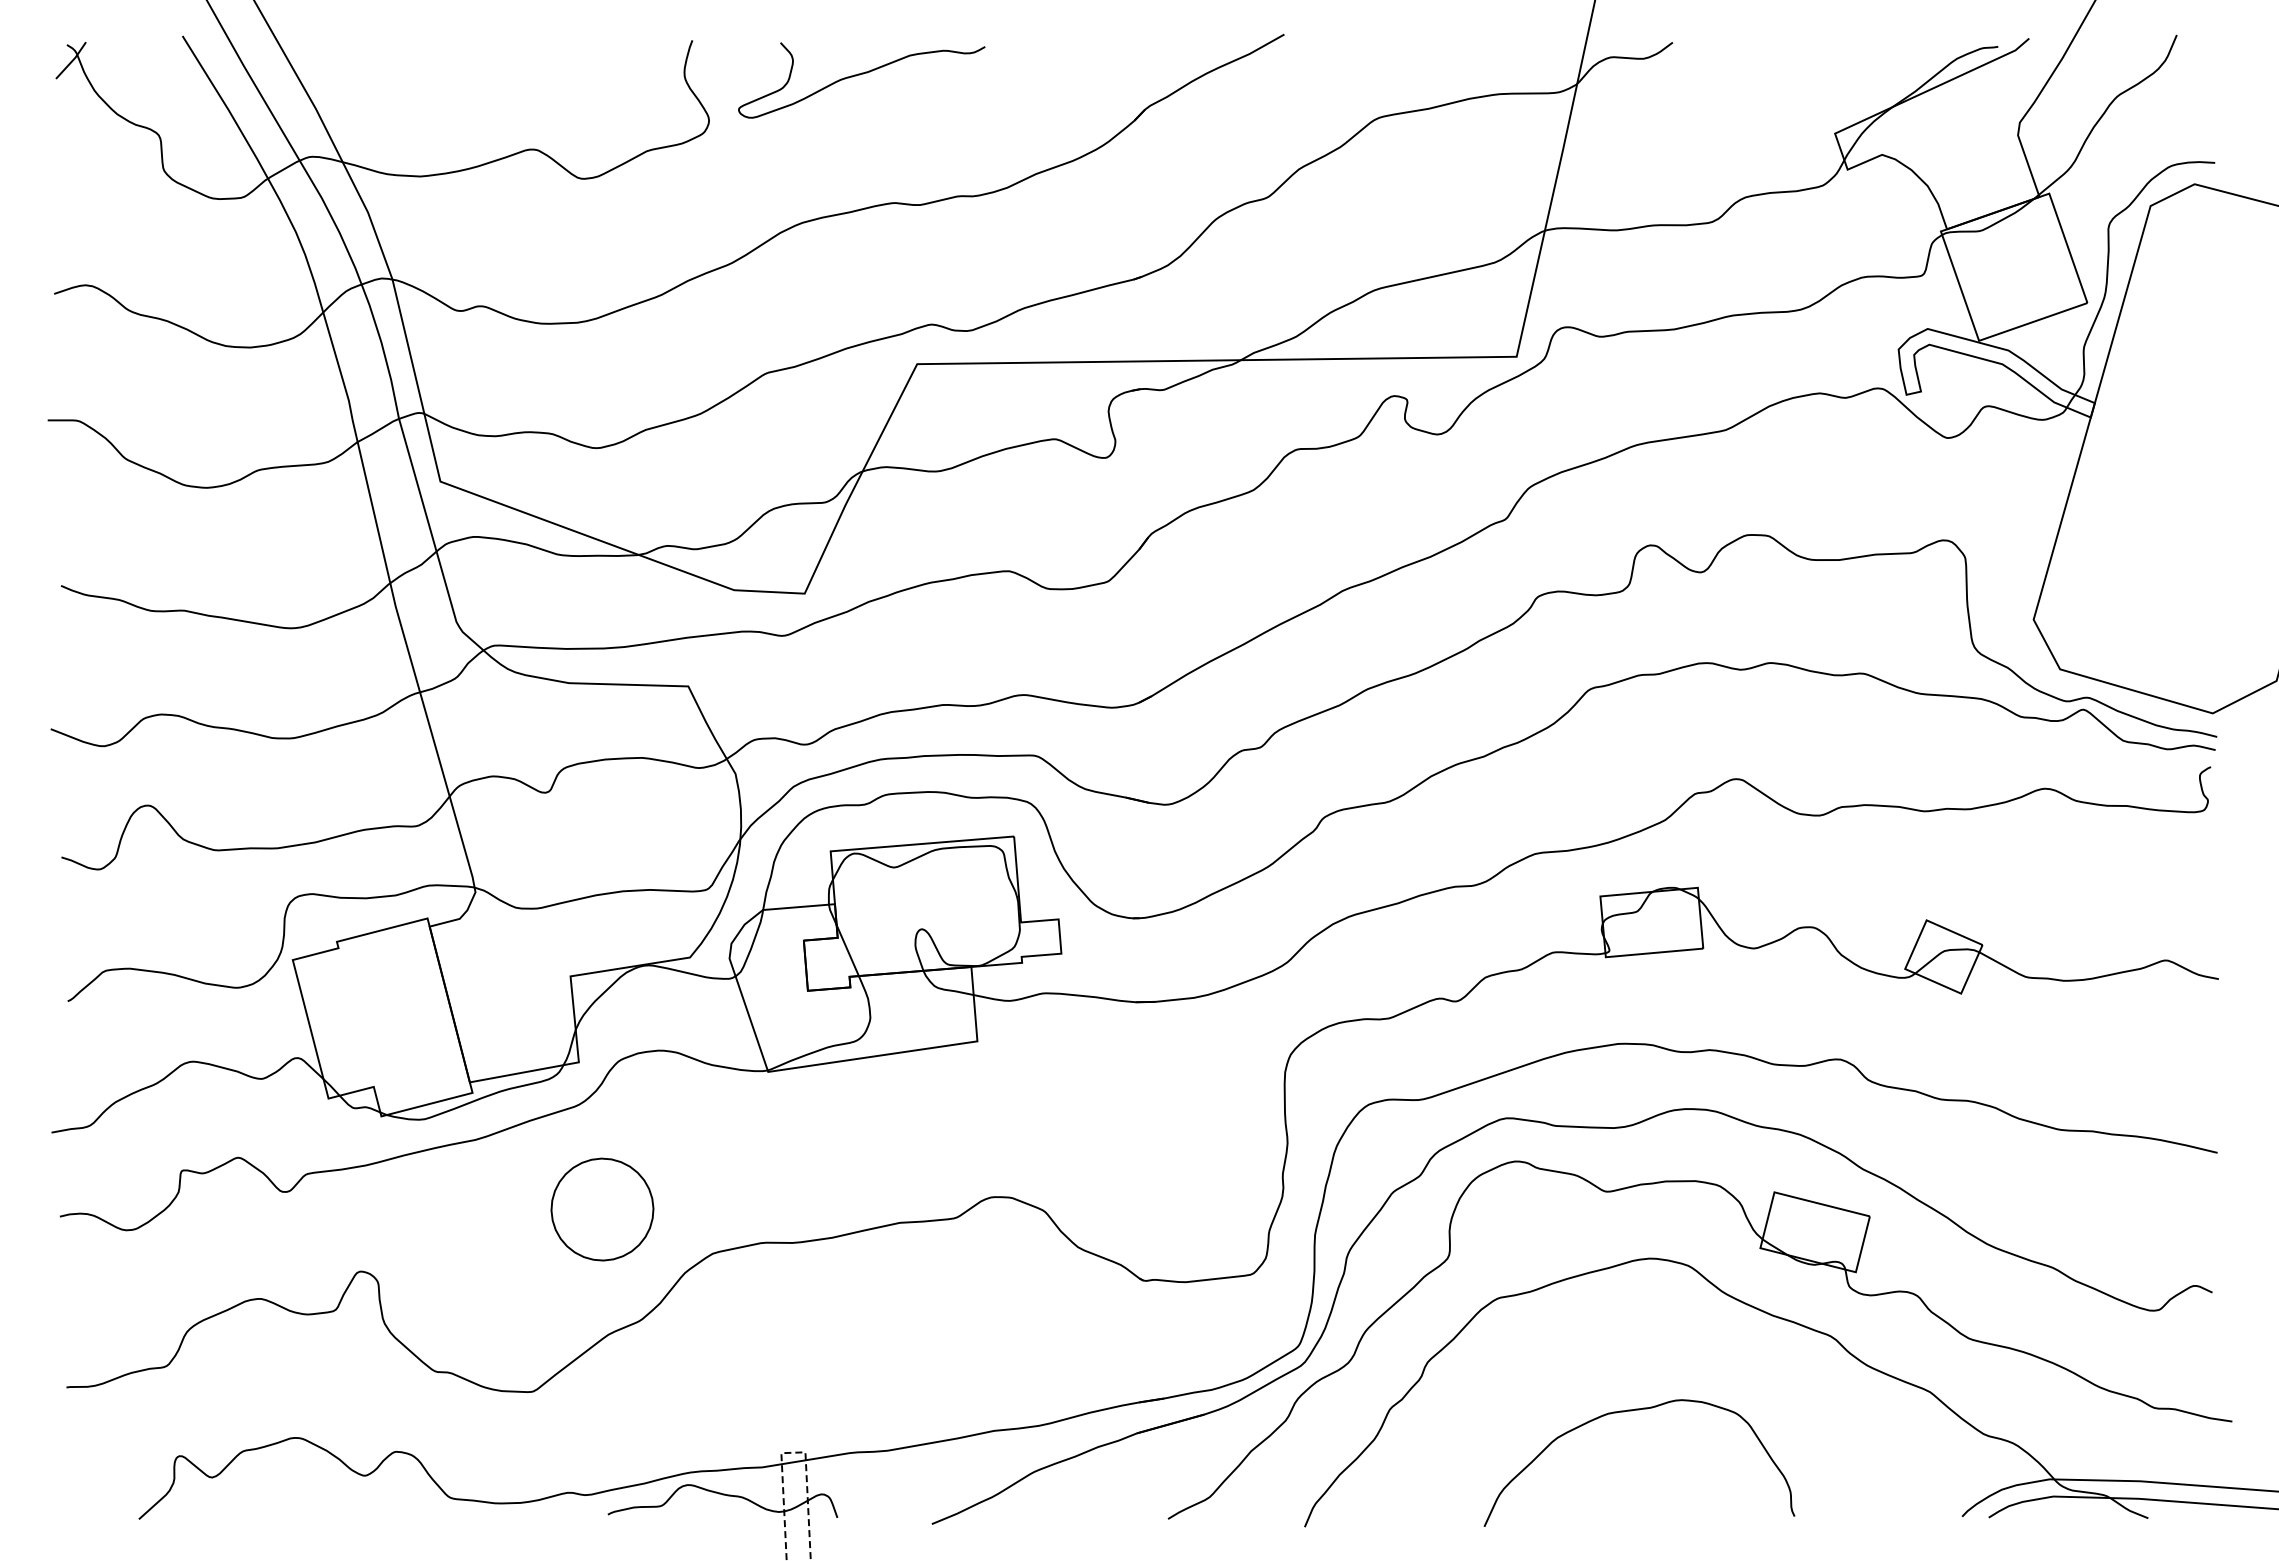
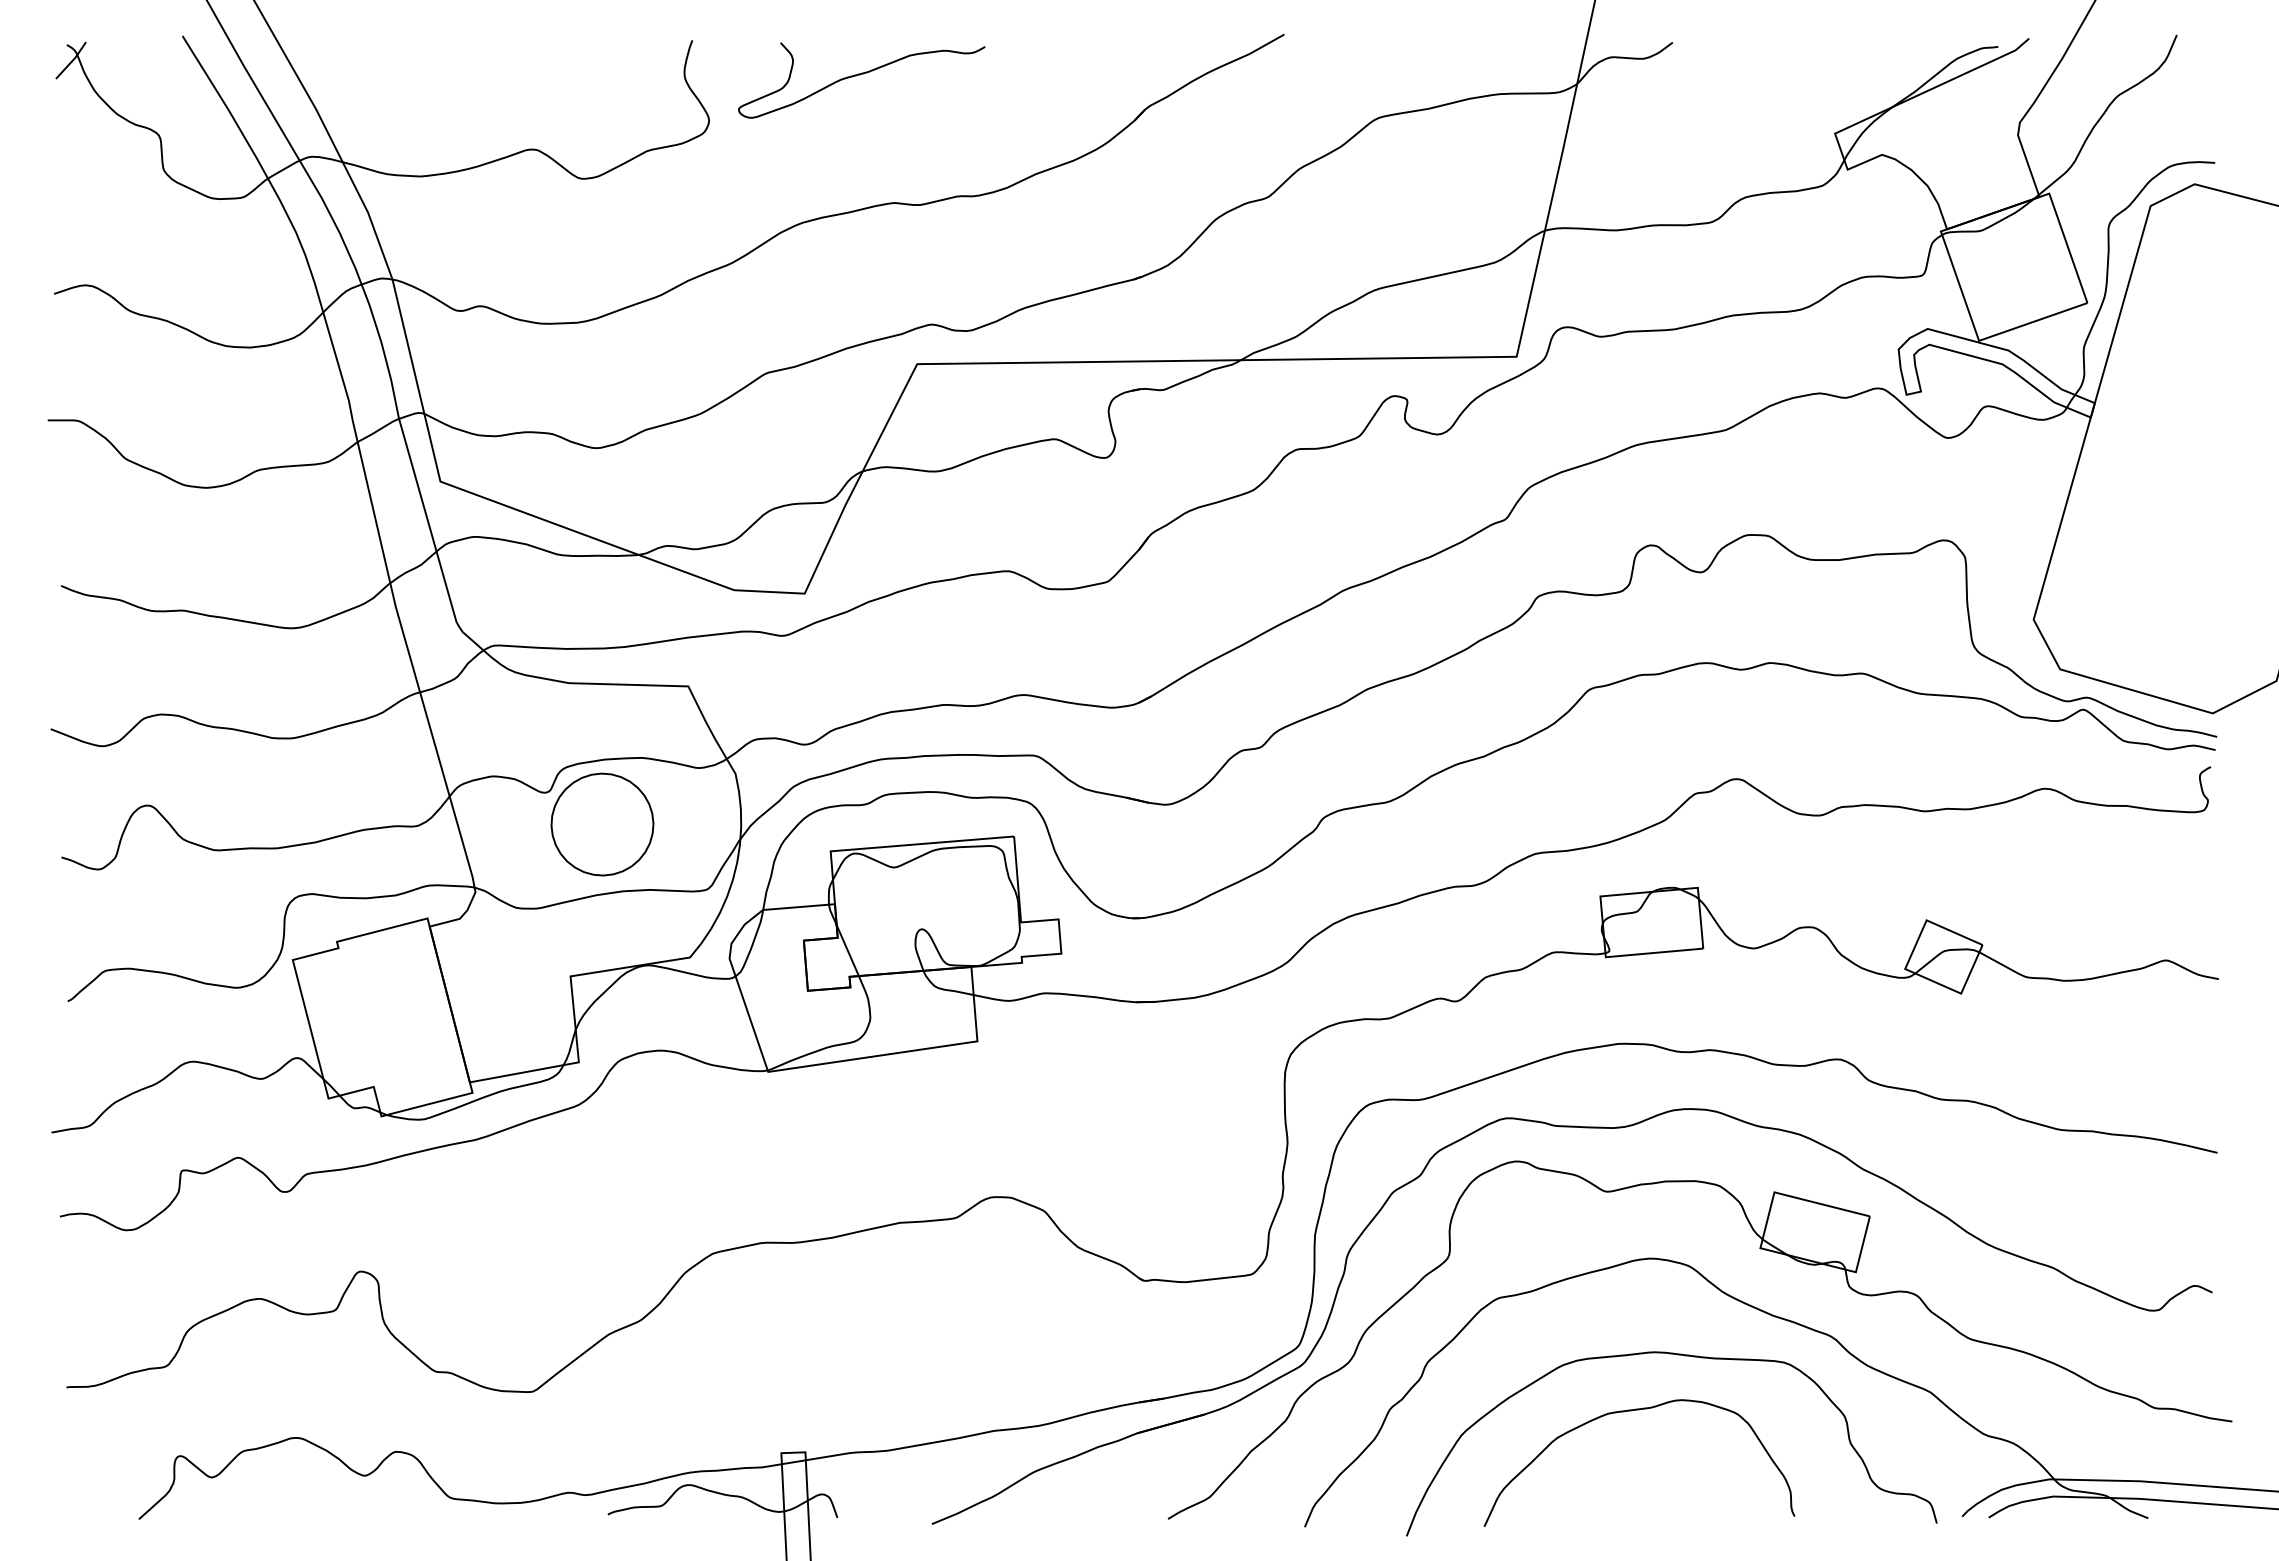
part at (602, 1209) position: (602, 1209) -> (602, 824)
curve at (1685, 1356): none -> present
line at (793, 1452): dashed -> solid
